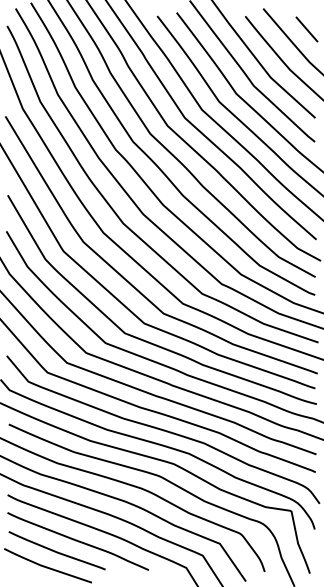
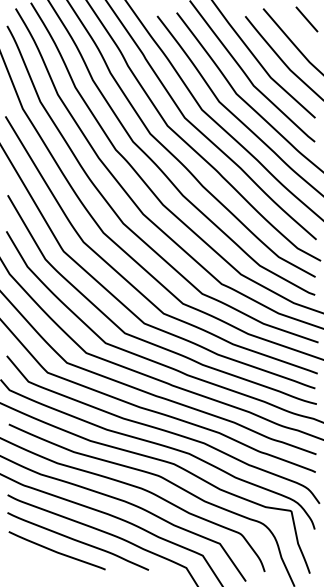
line at (306, 29) position: (306, 29) -> (306, 19)
line at (47, 566): present -> none
